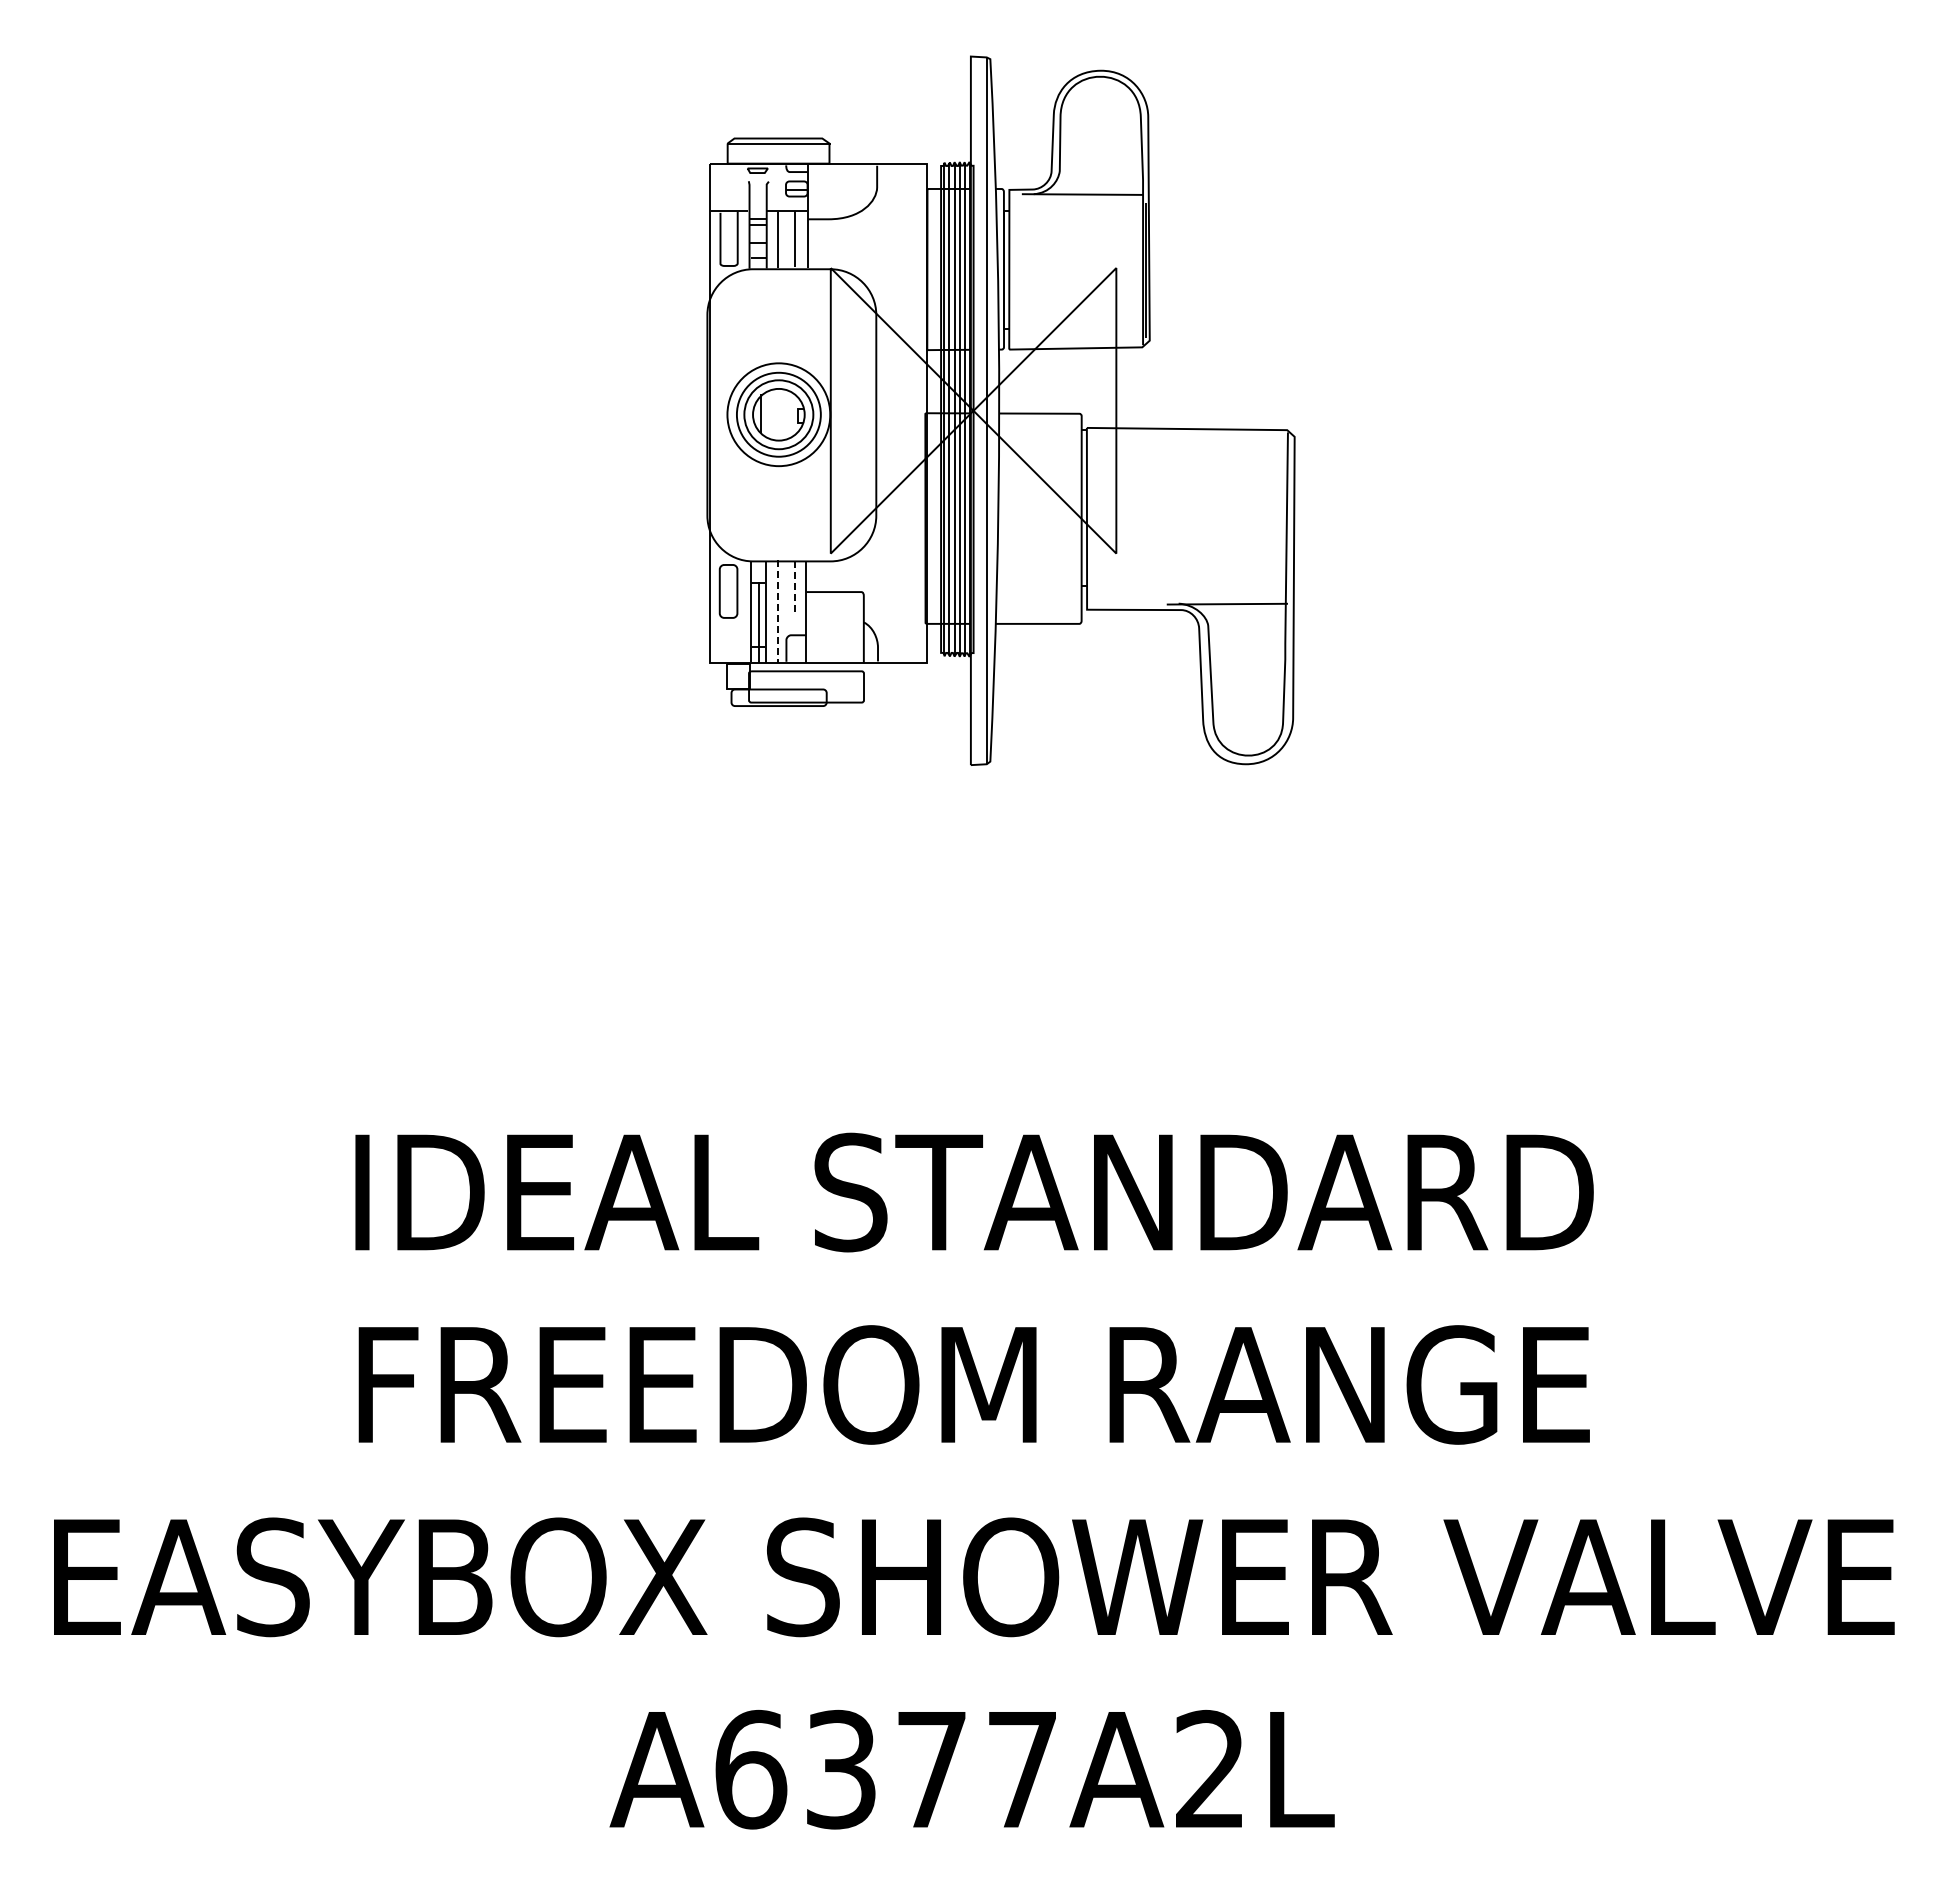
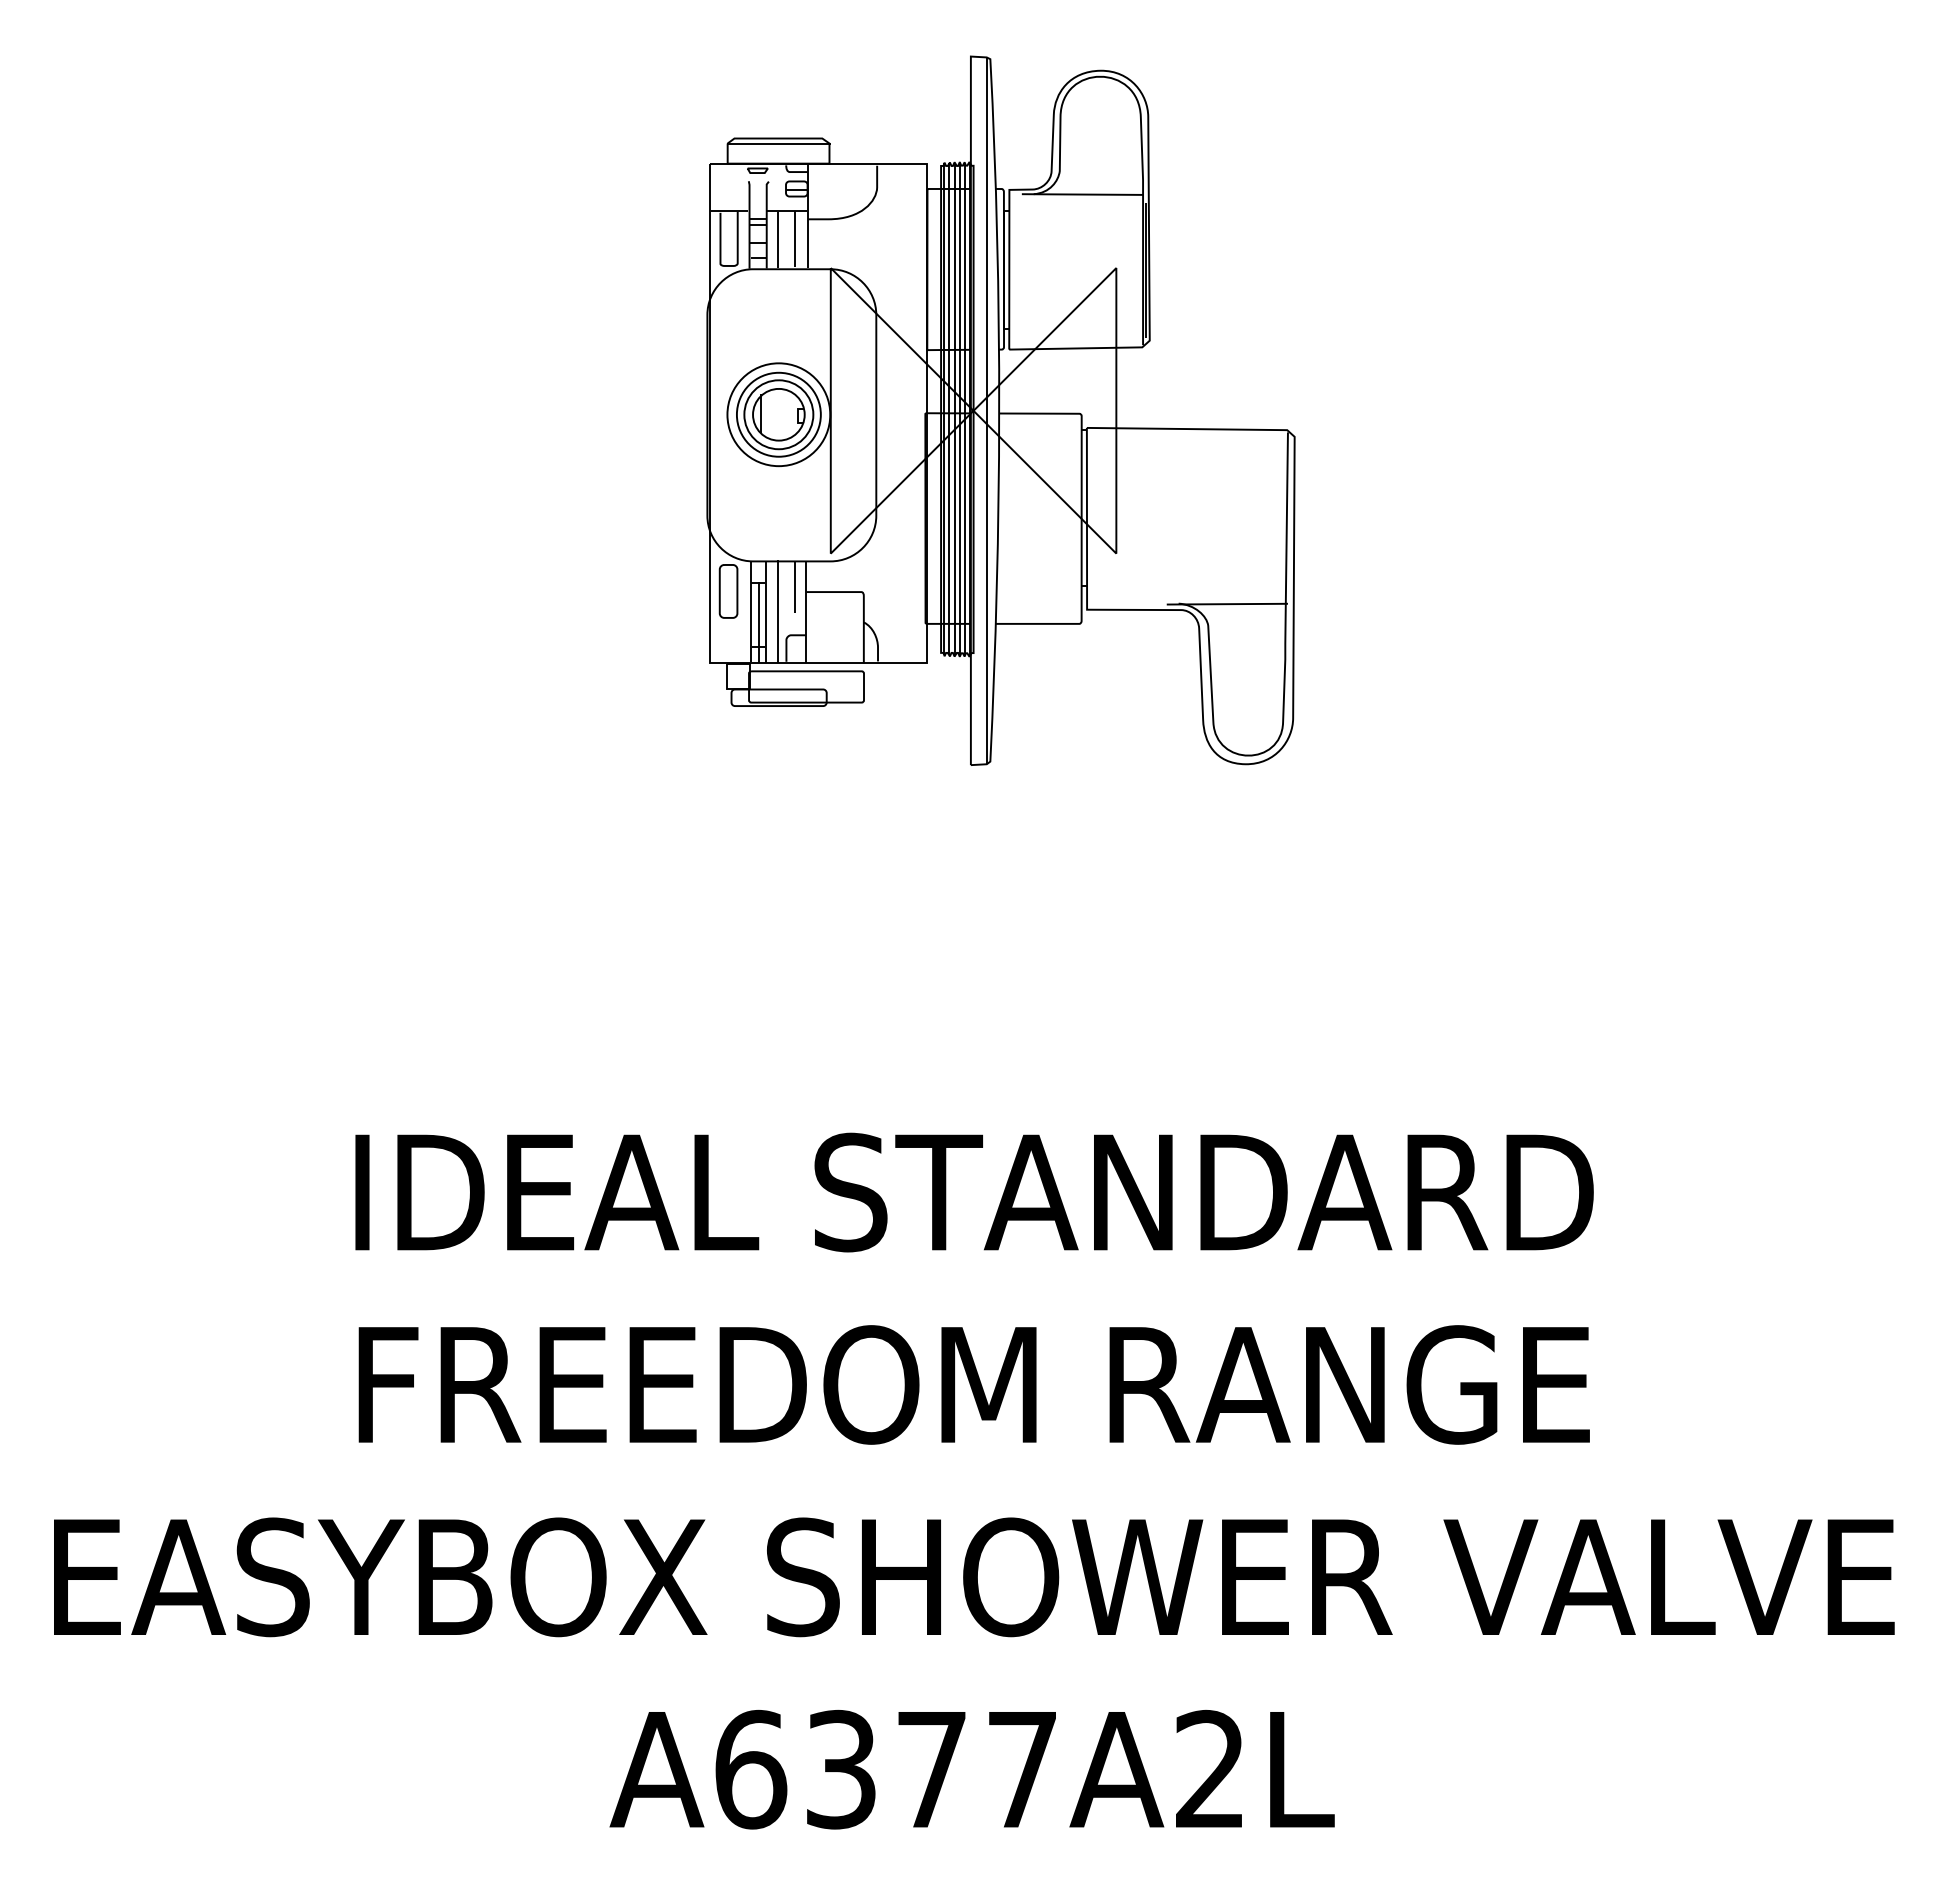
line at (795, 587): dashed -> solid
line at (778, 611): dashed -> solid
